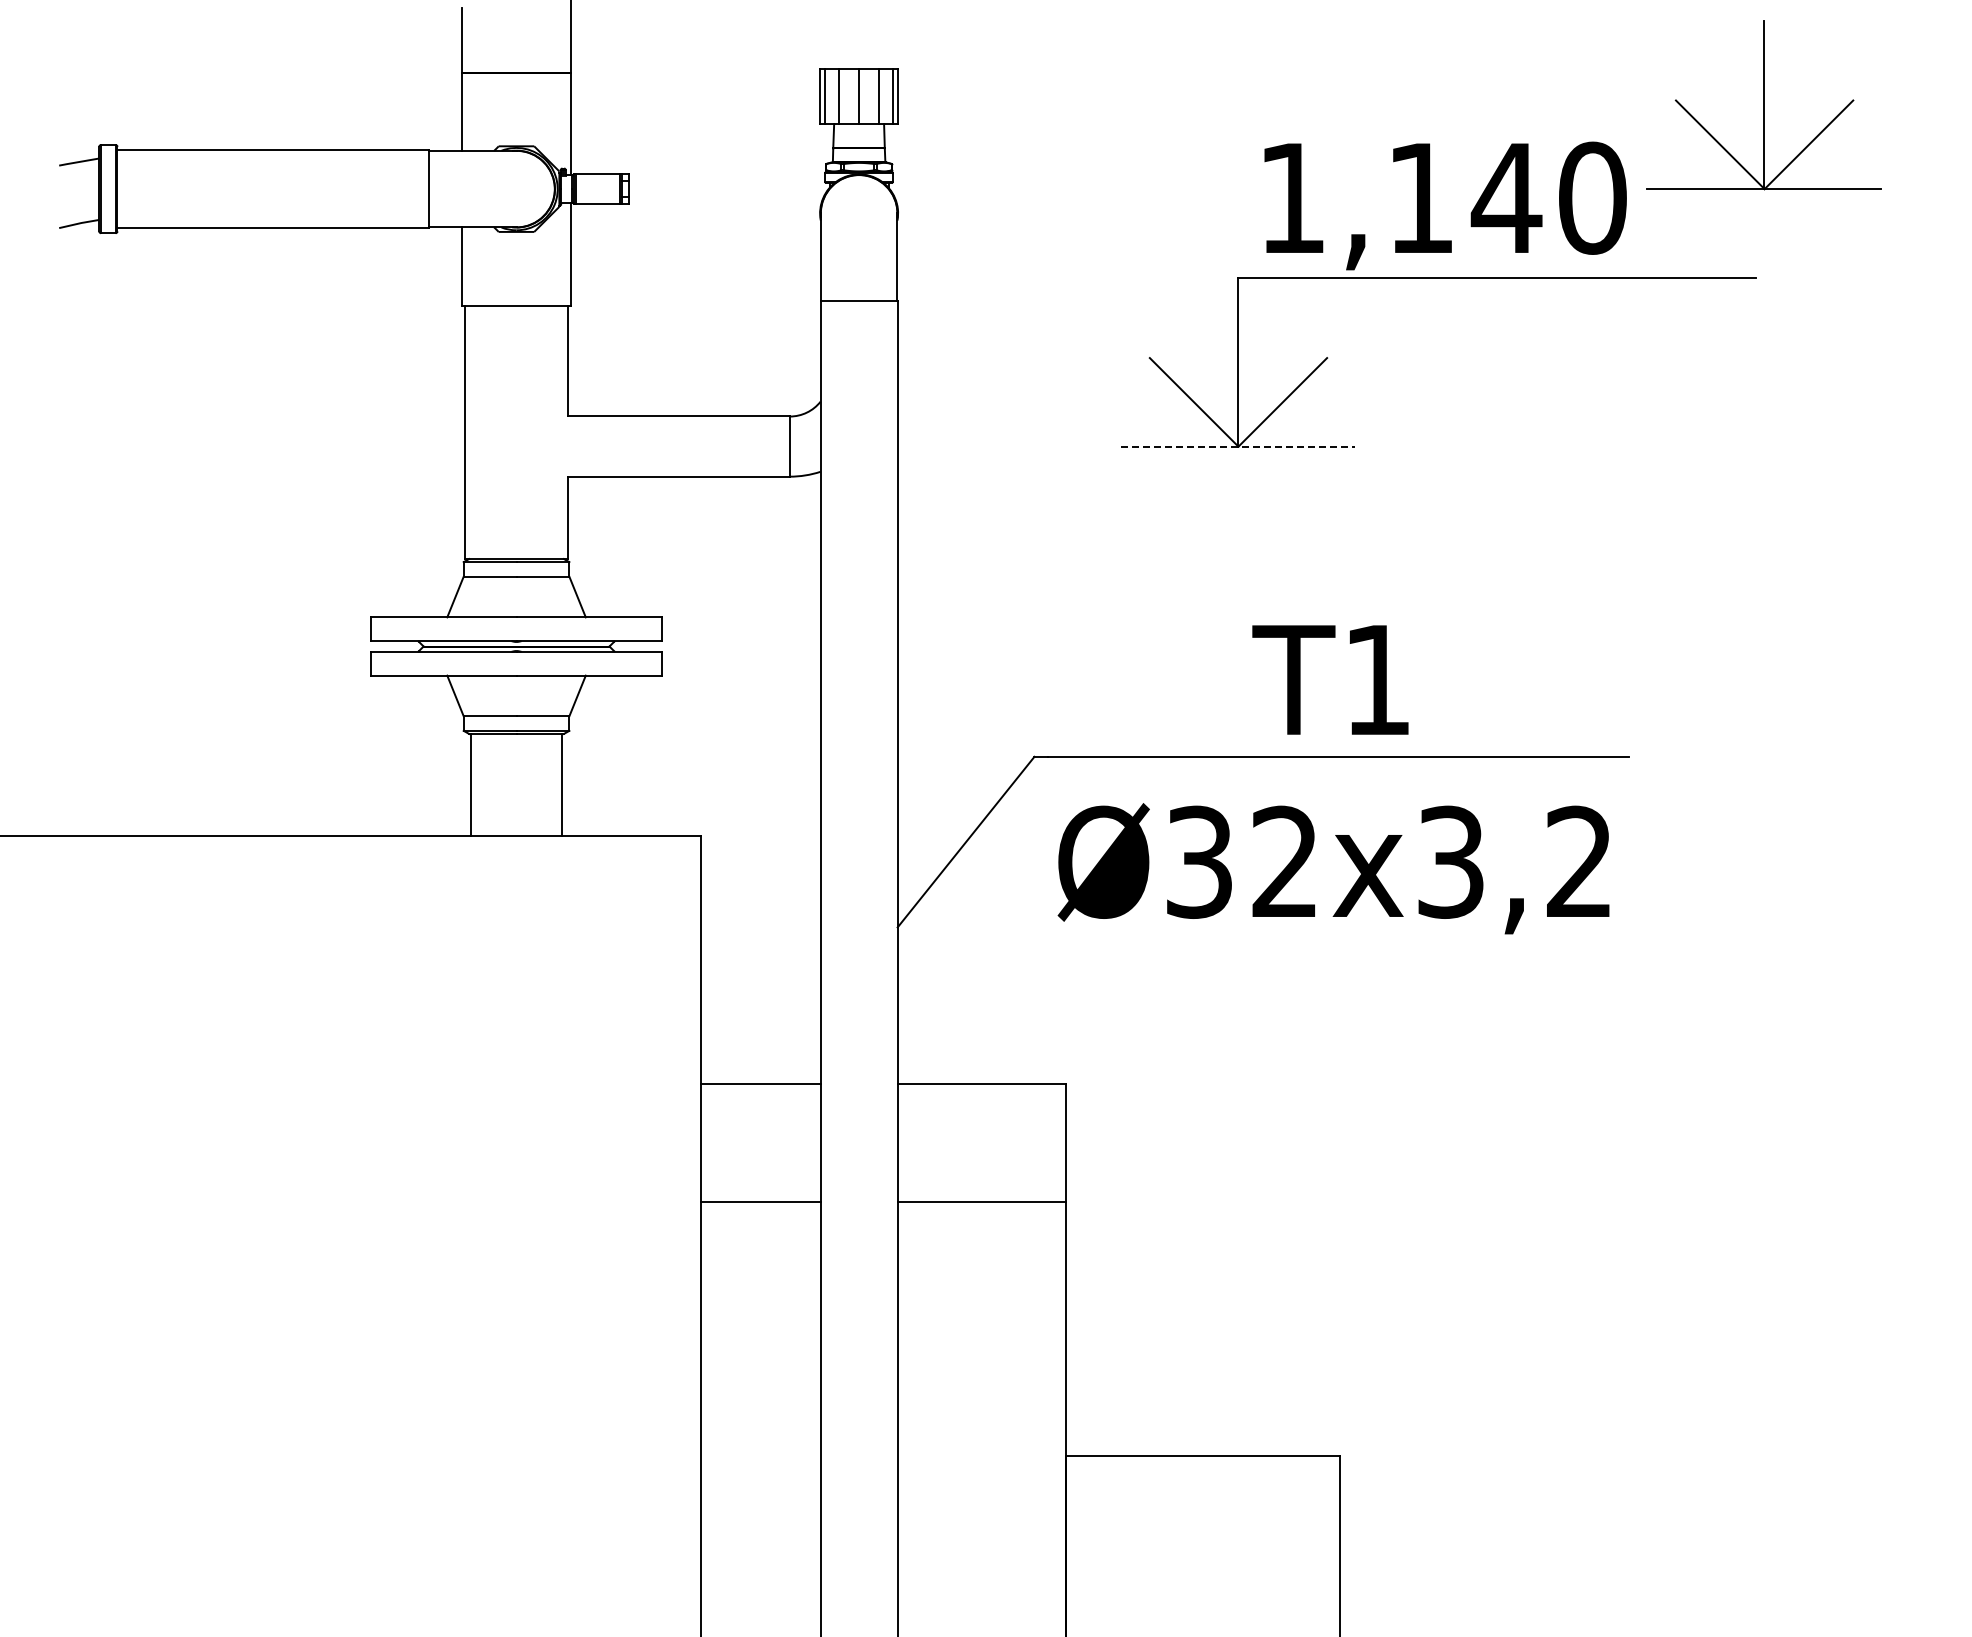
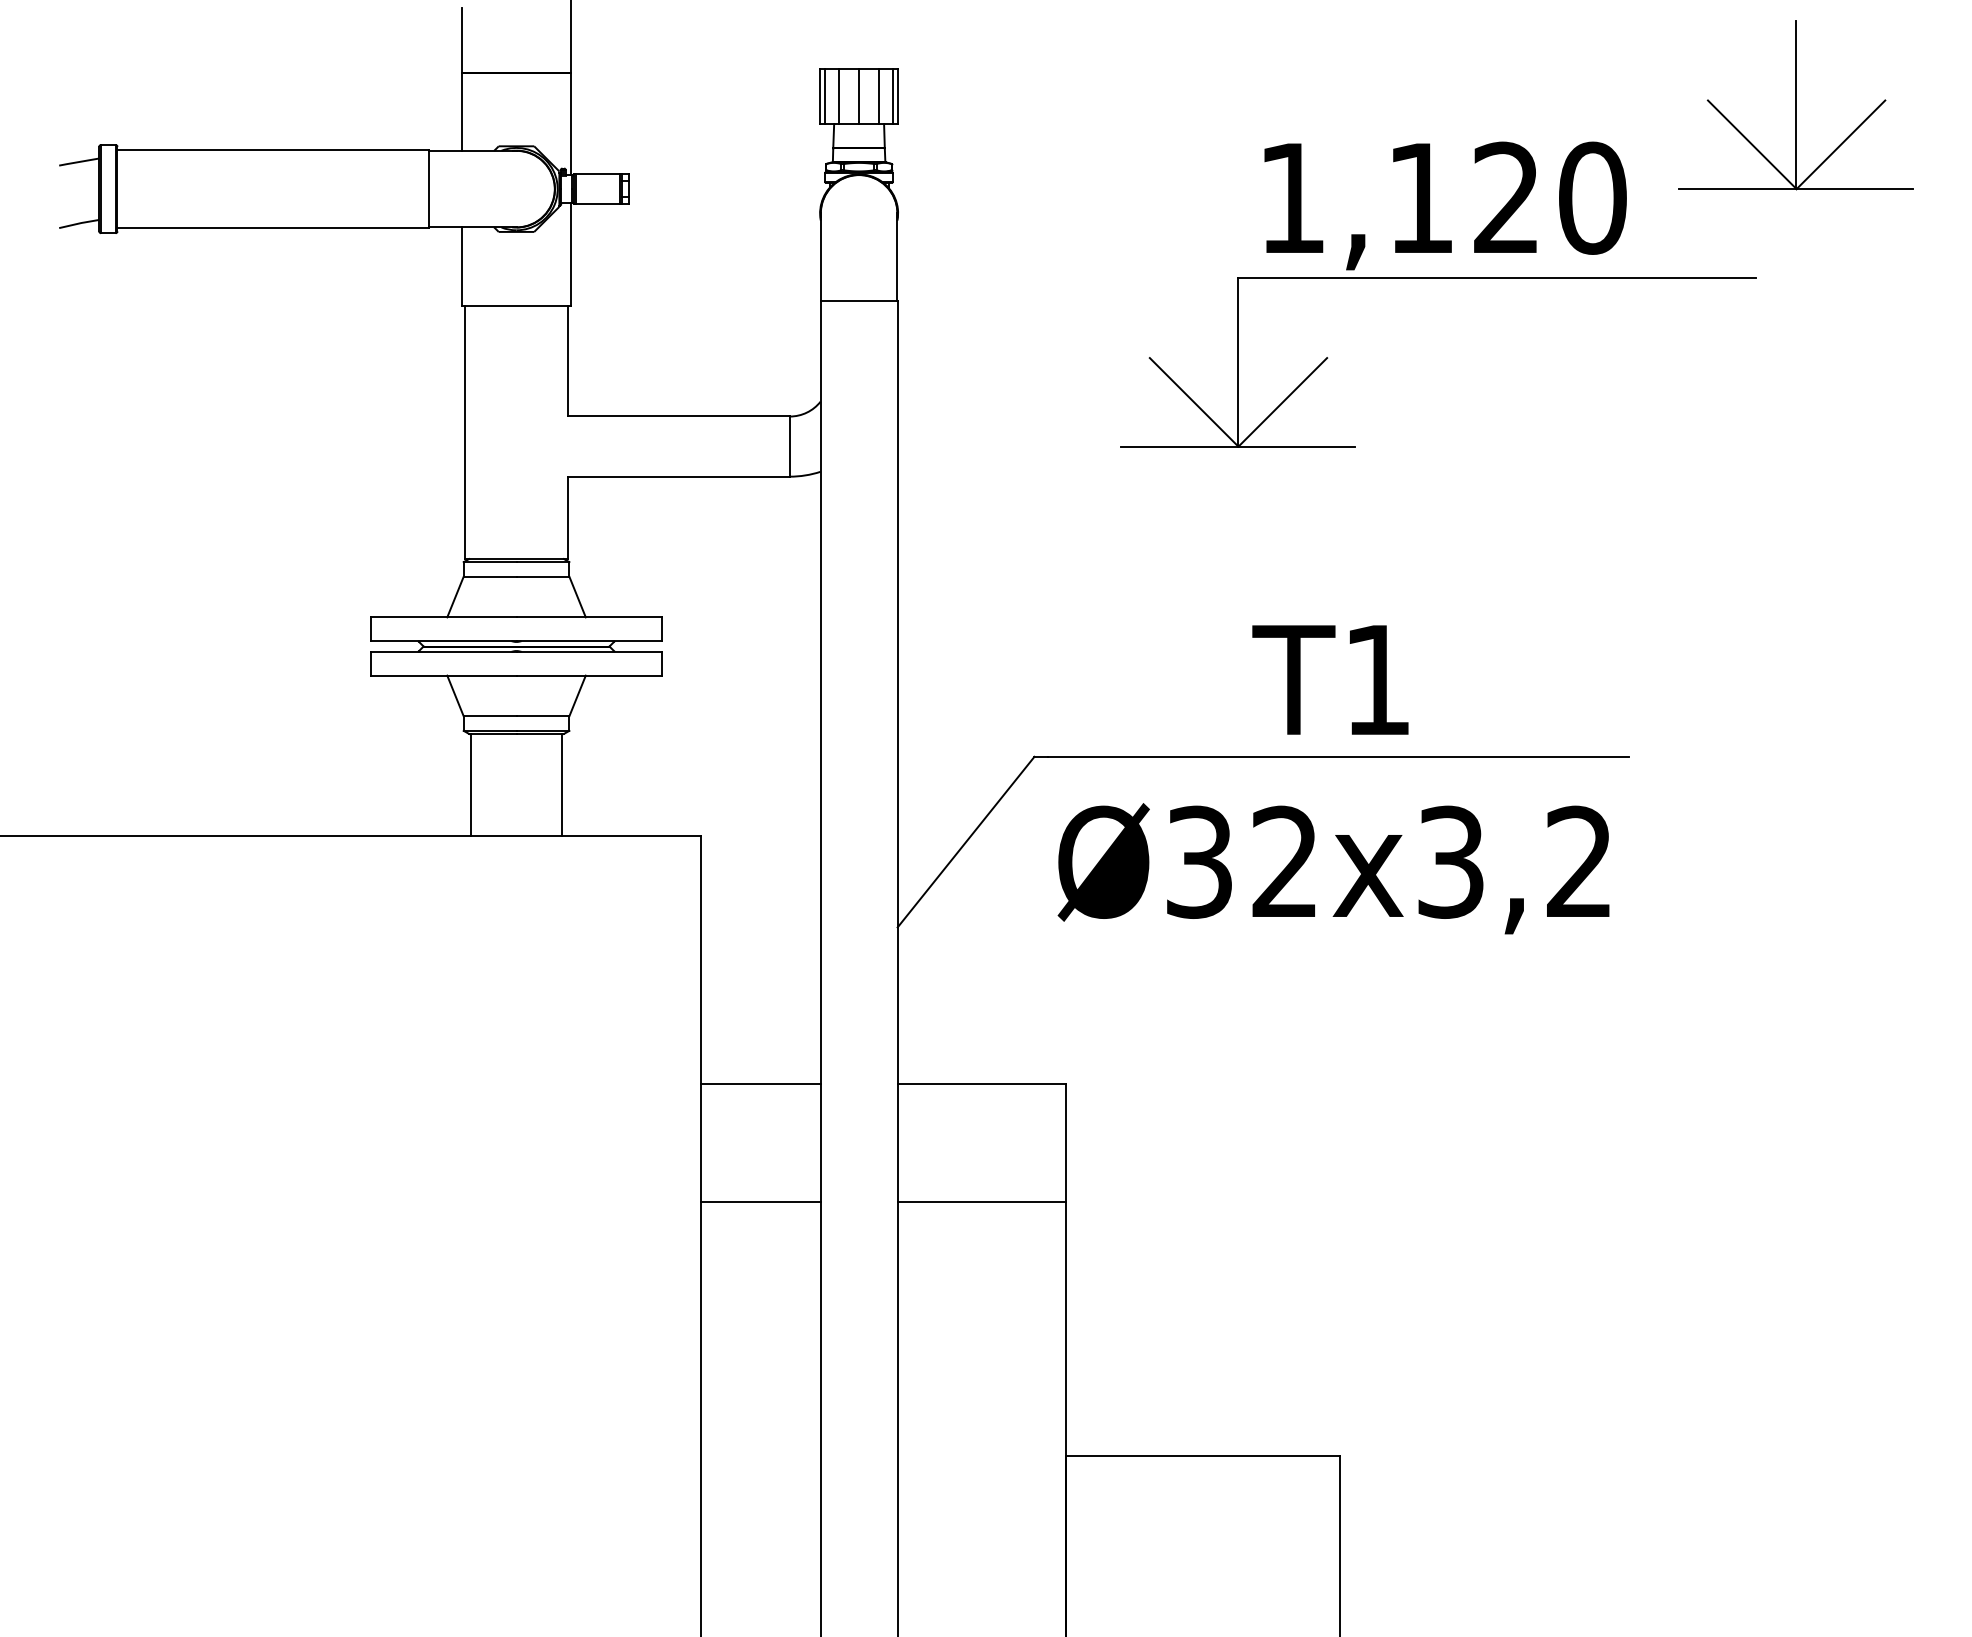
part at (1763, 105) position: (1763, 105) -> (1795, 105)
text at (1506, 196): 1,140 -> 1,120
line at (1238, 446): dashed -> solid
